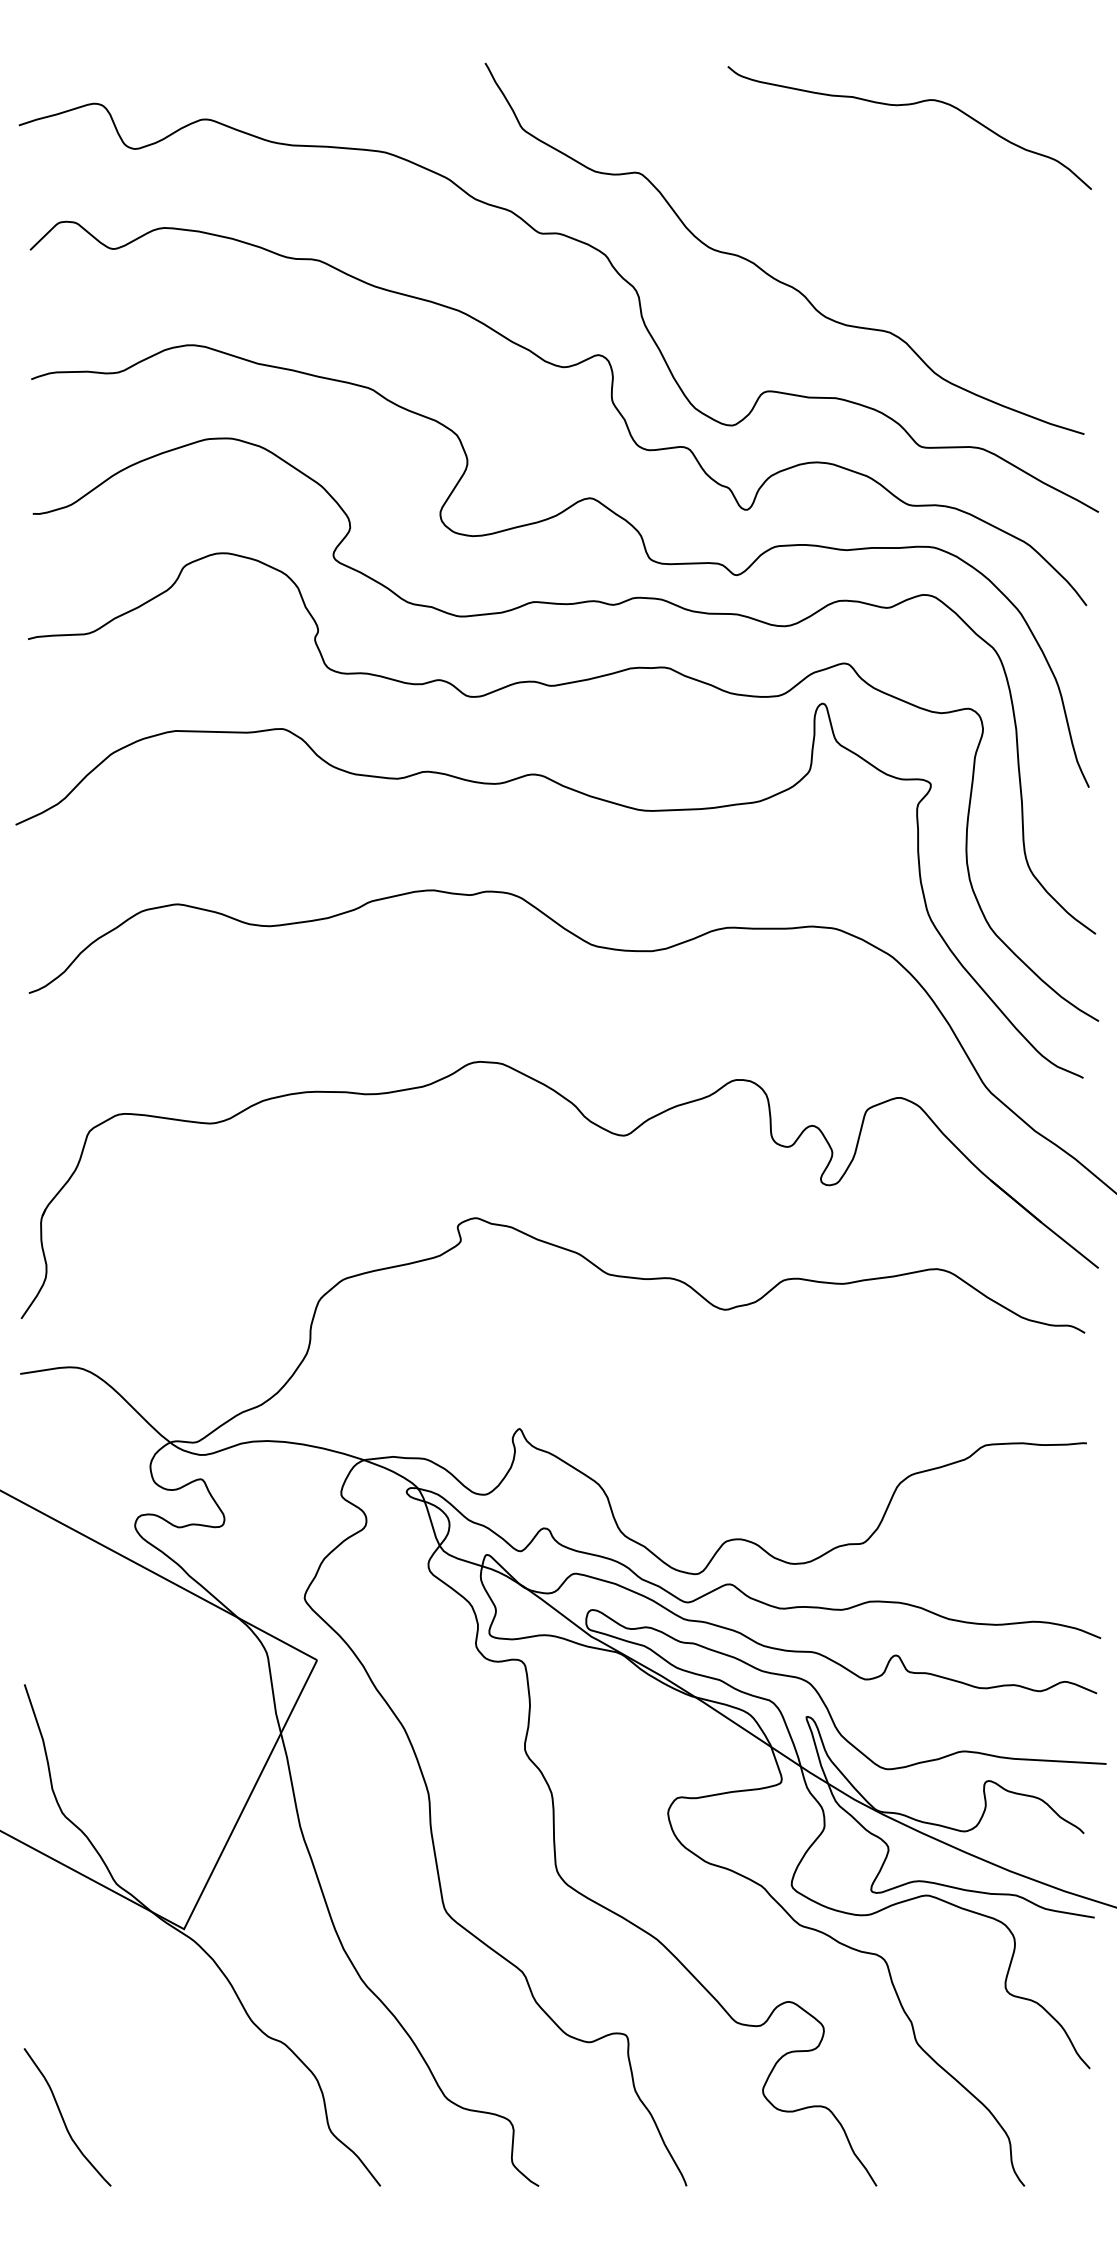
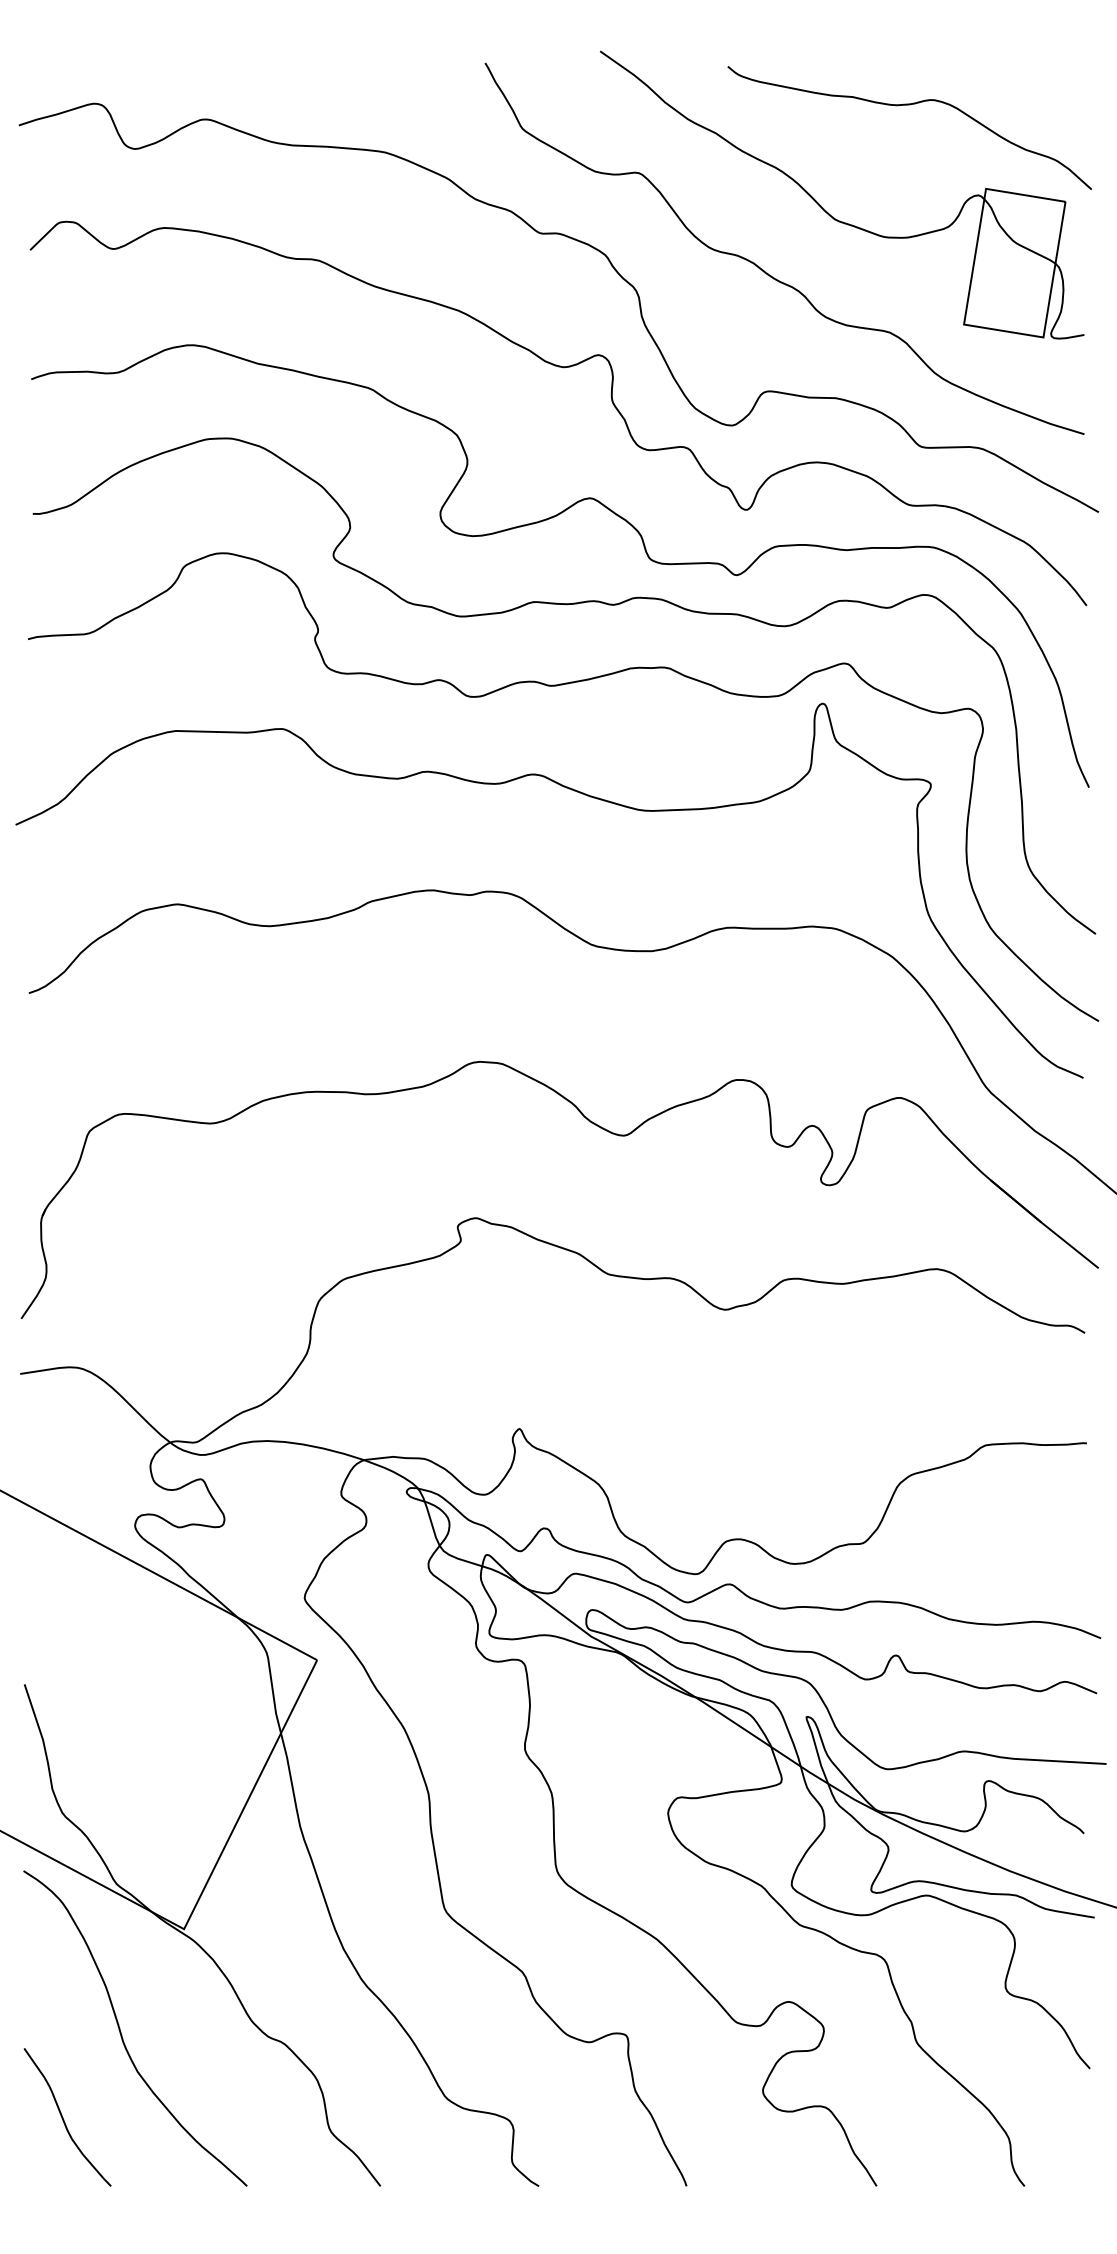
part at (827, 211): none -> present
curve at (121, 2031): none -> present
